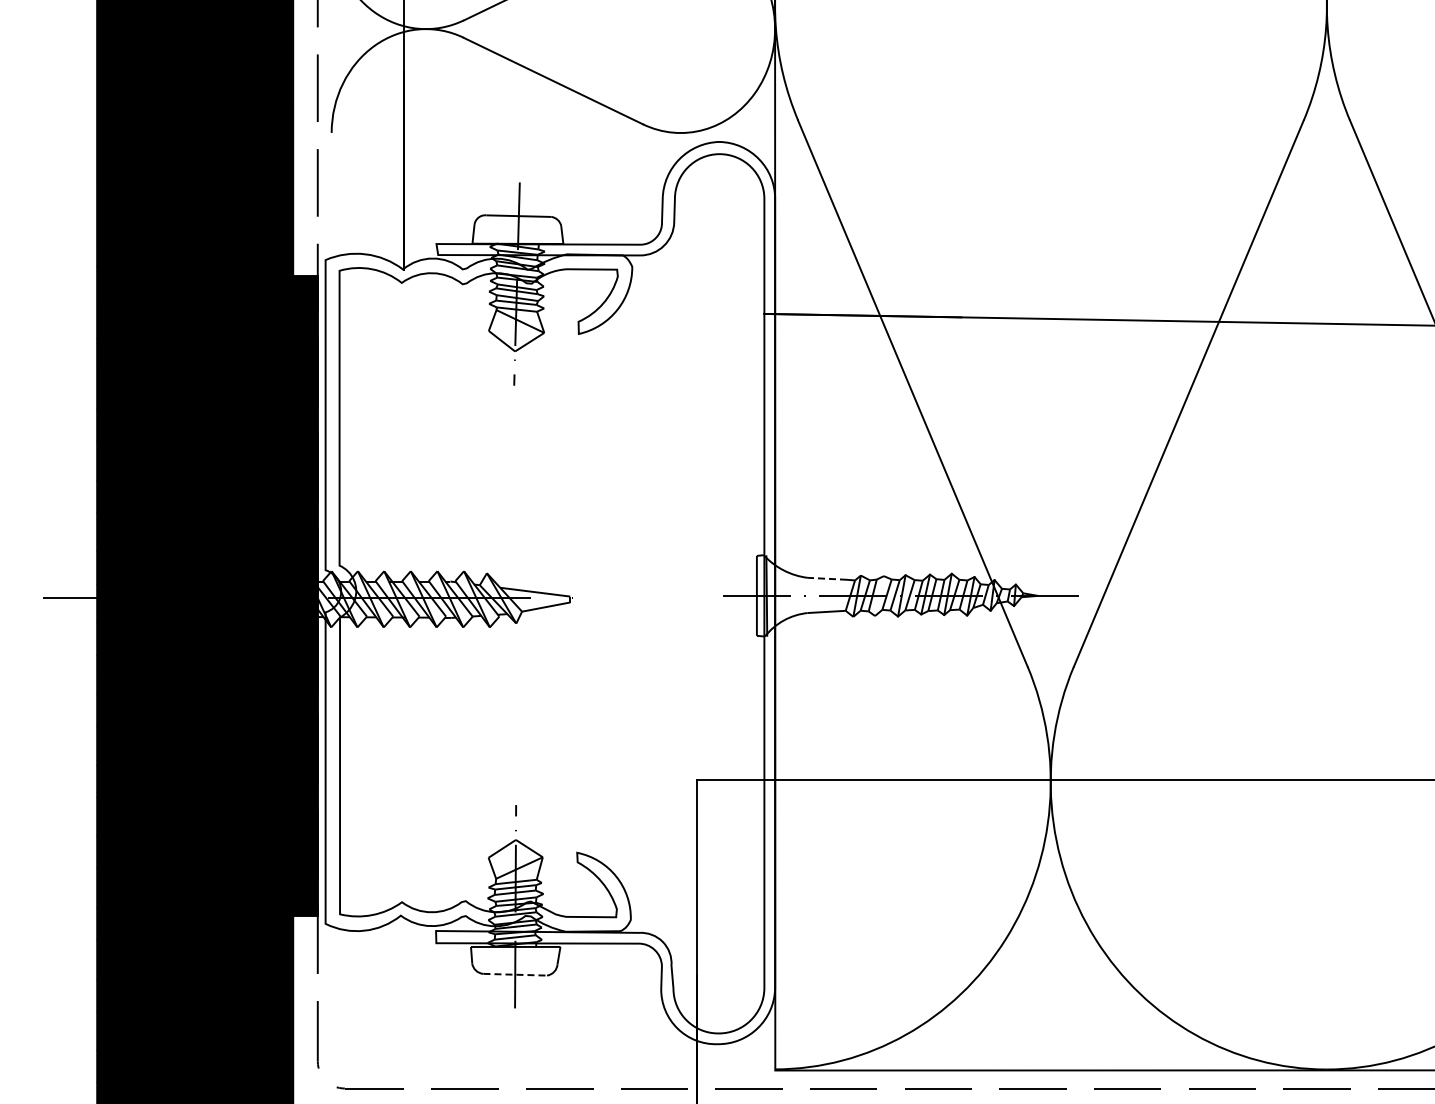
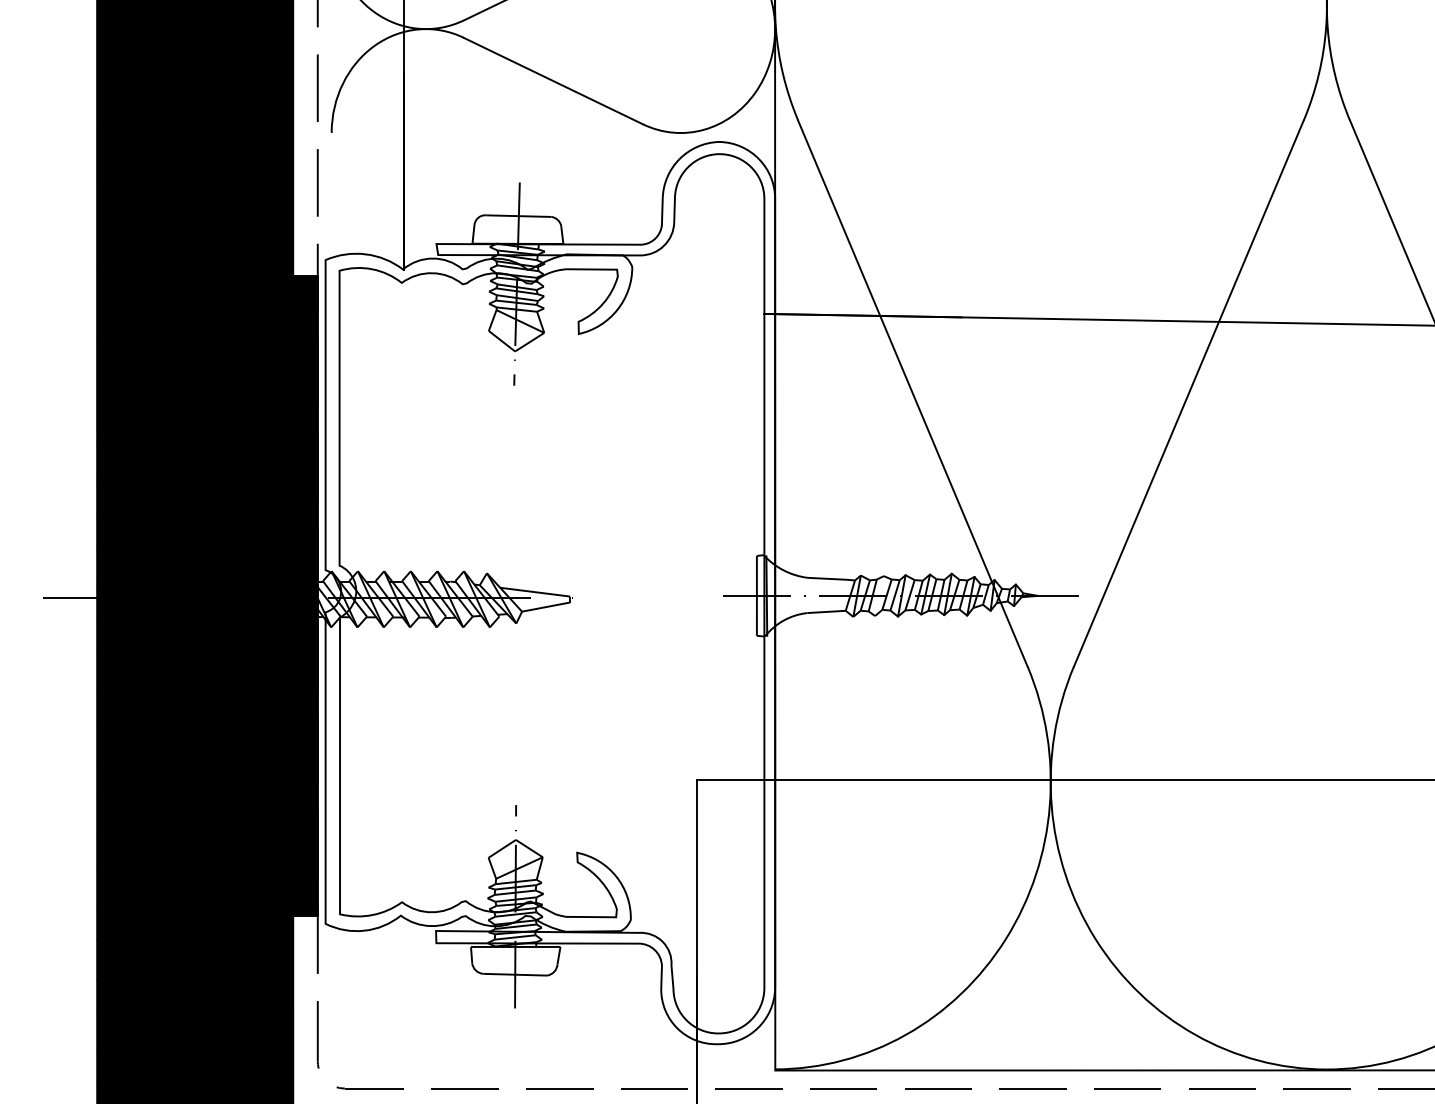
line at (827, 578): dashed -> solid
line at (515, 974): dashed -> solid
